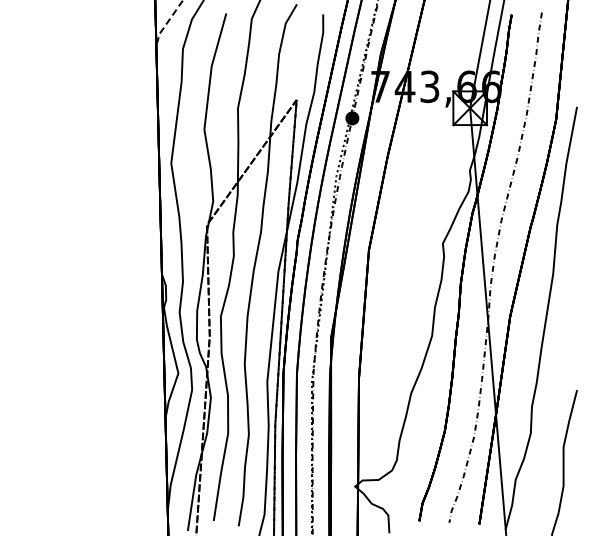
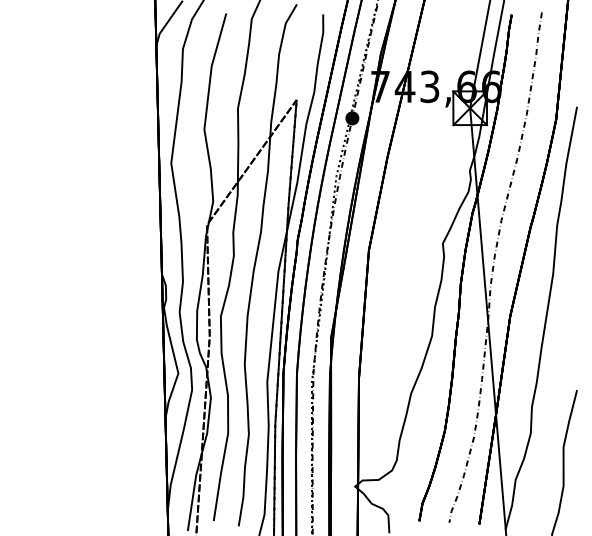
line at (167, 23): dashed -> solid
